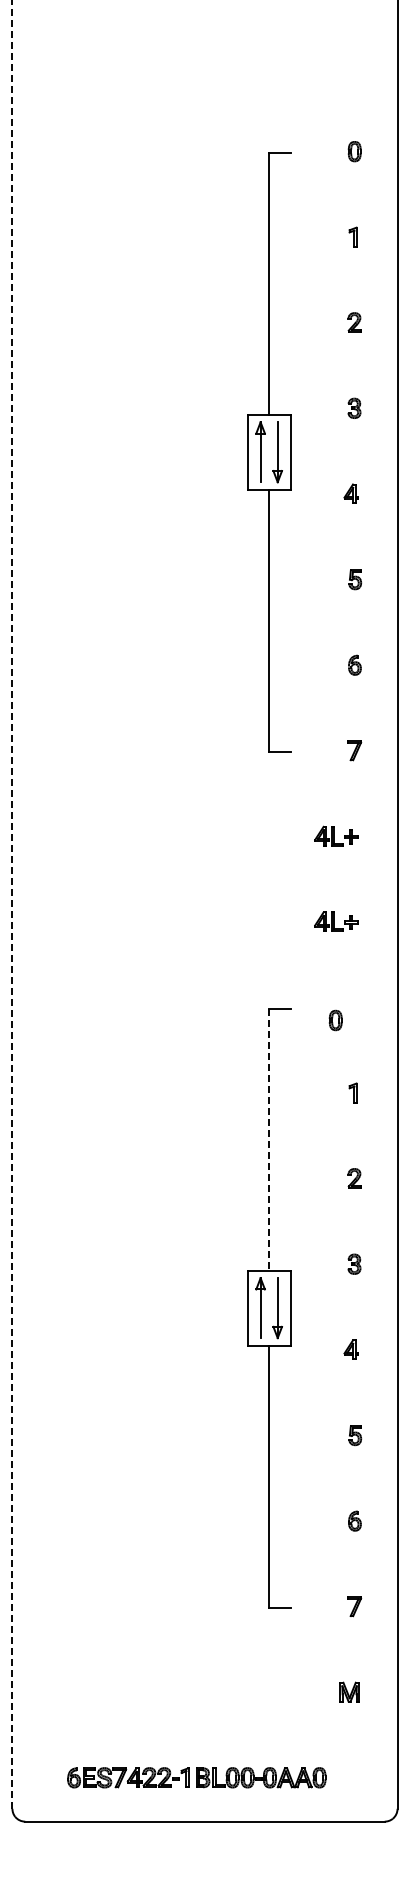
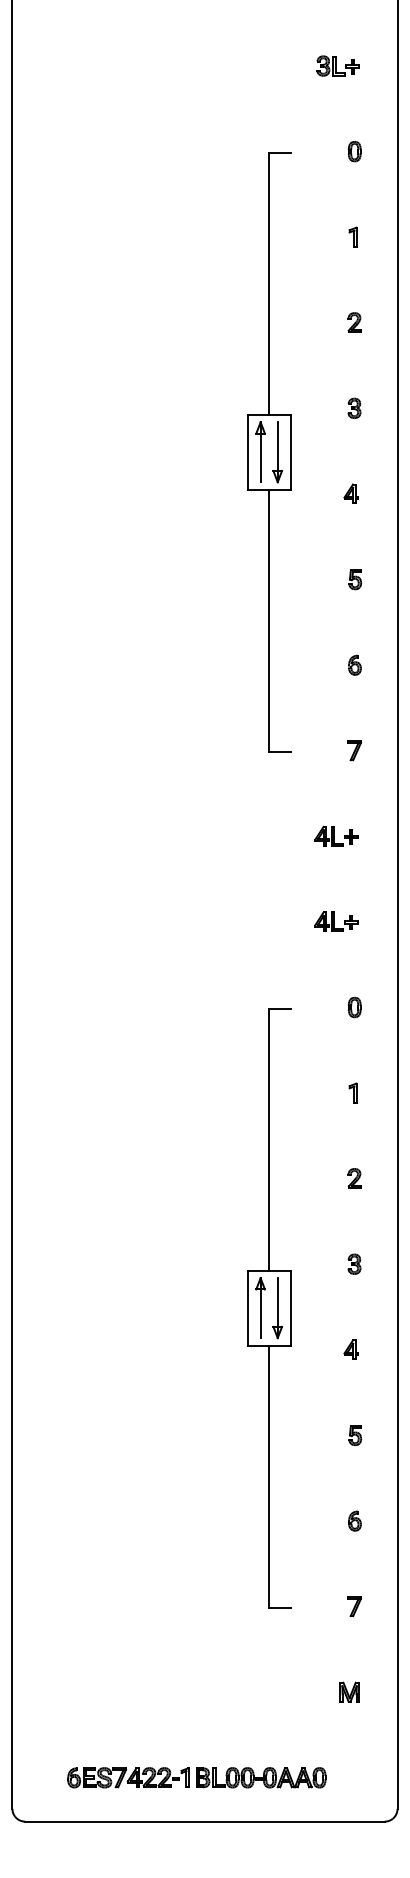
part at (337, 65): none -> present
line at (12, 904): dashed -> solid
part at (335, 1020) position: (335, 1020) -> (354, 1007)
line at (269, 1140): dashed -> solid
